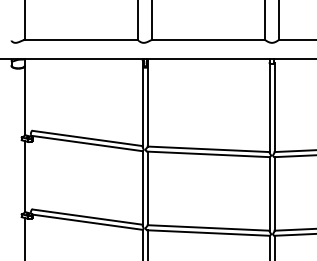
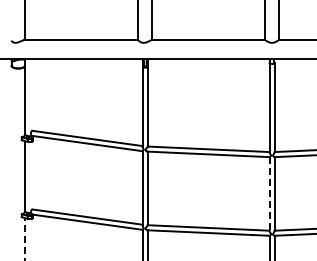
line at (269, 194): solid -> dashed
line at (24, 238): solid -> dashed
